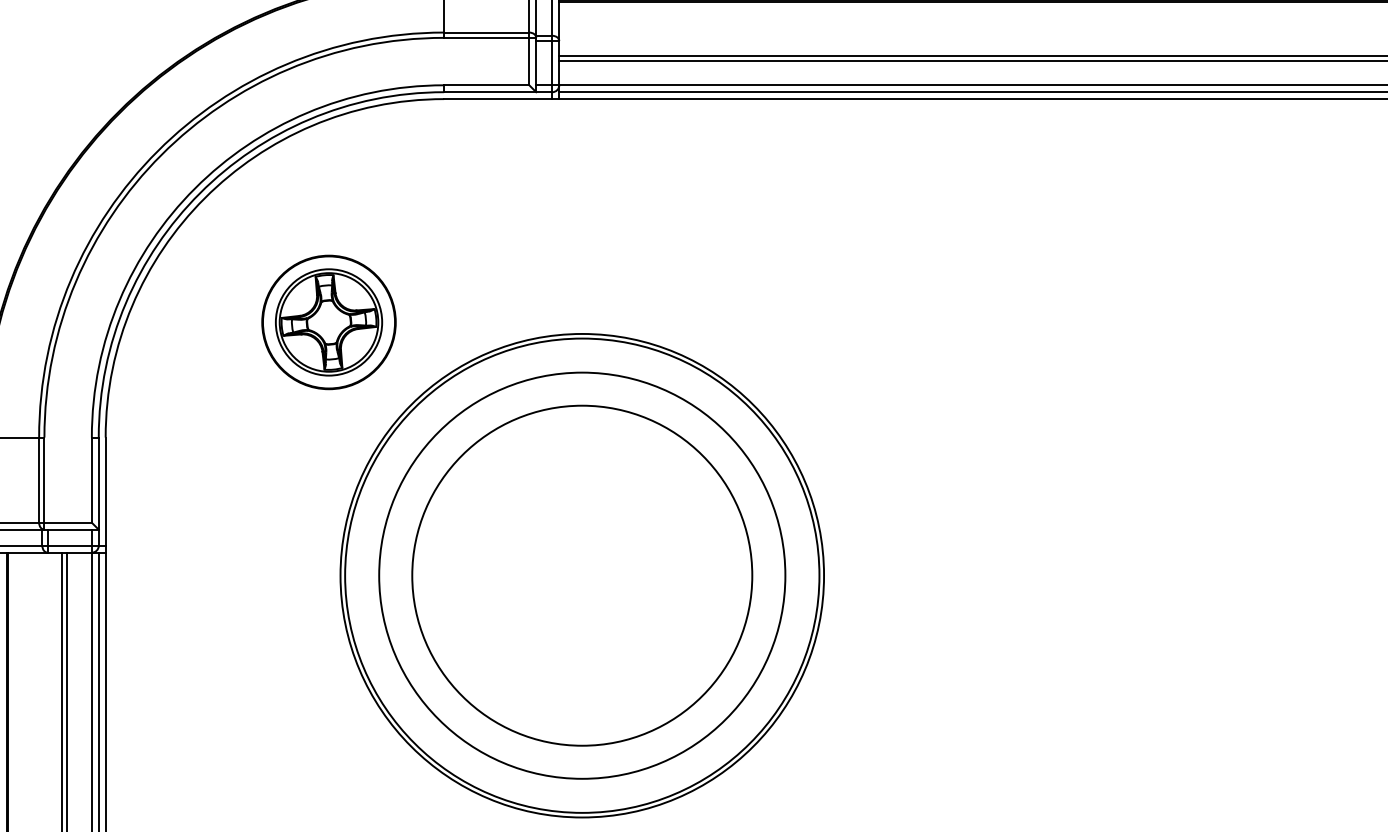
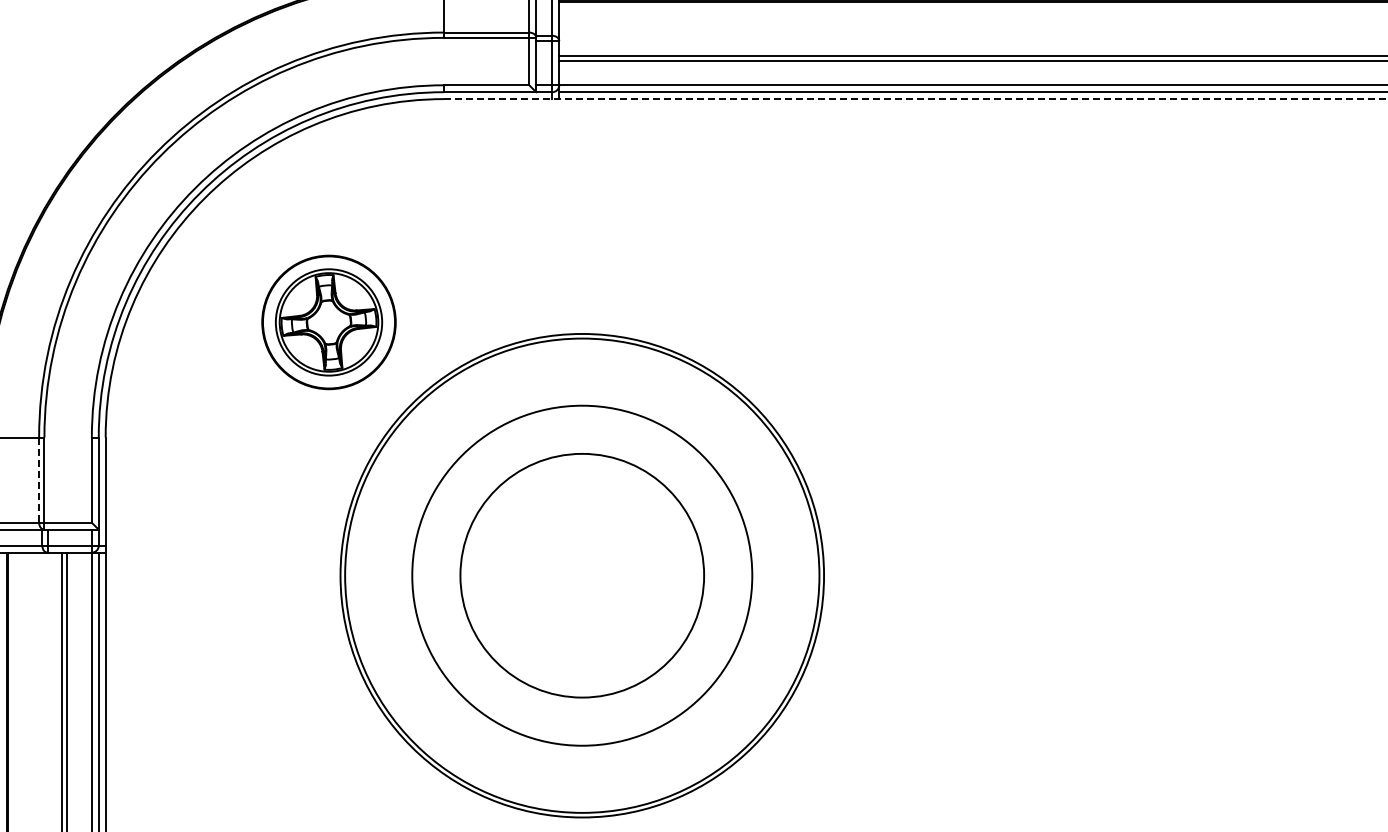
line at (916, 99): solid -> dashed
line at (39, 480): solid -> dashed
circle at (582, 575) diameter: 406 px -> 244 px
